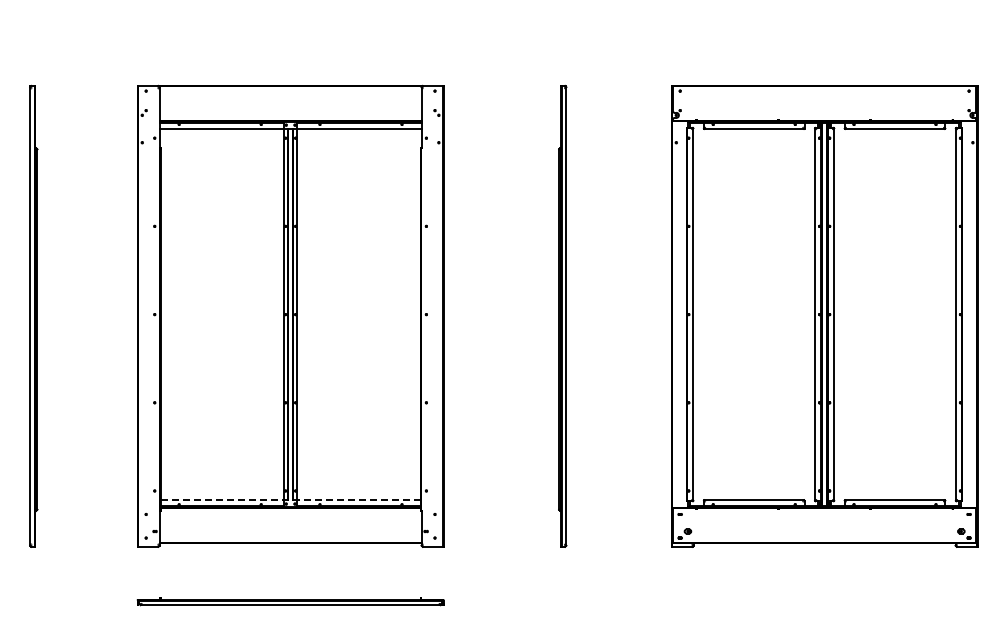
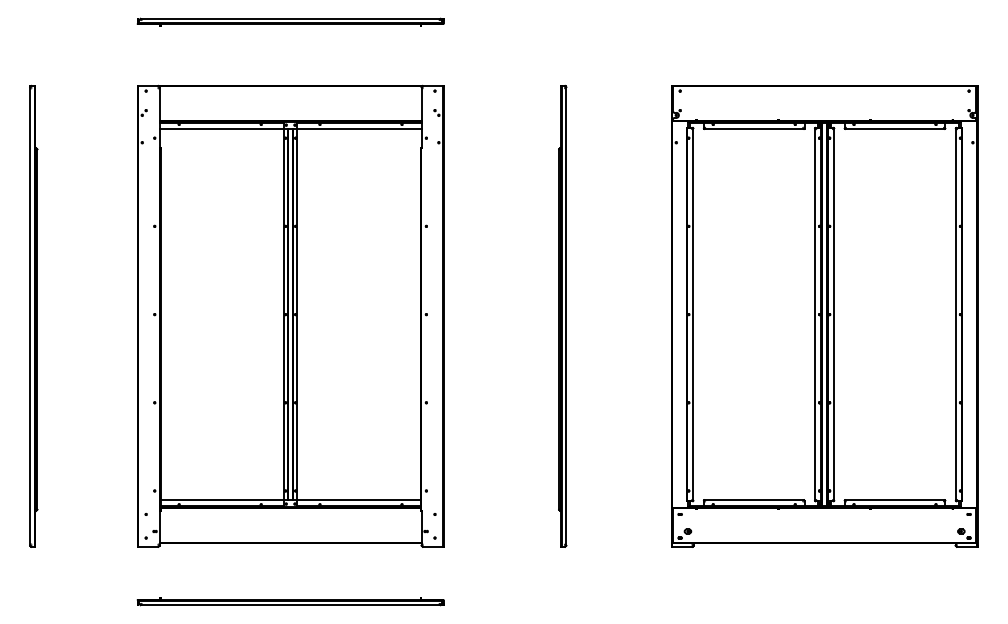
part at (290, 21): none -> present
line at (291, 499): dashed -> solid
